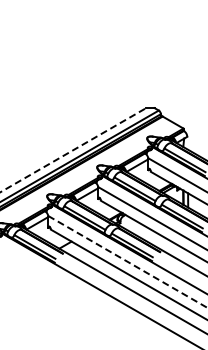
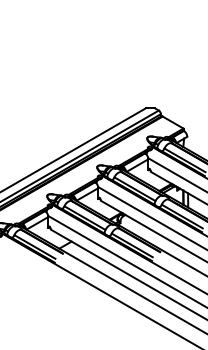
line at (73, 150): dashed -> solid
line at (127, 261): dashed -> solid
